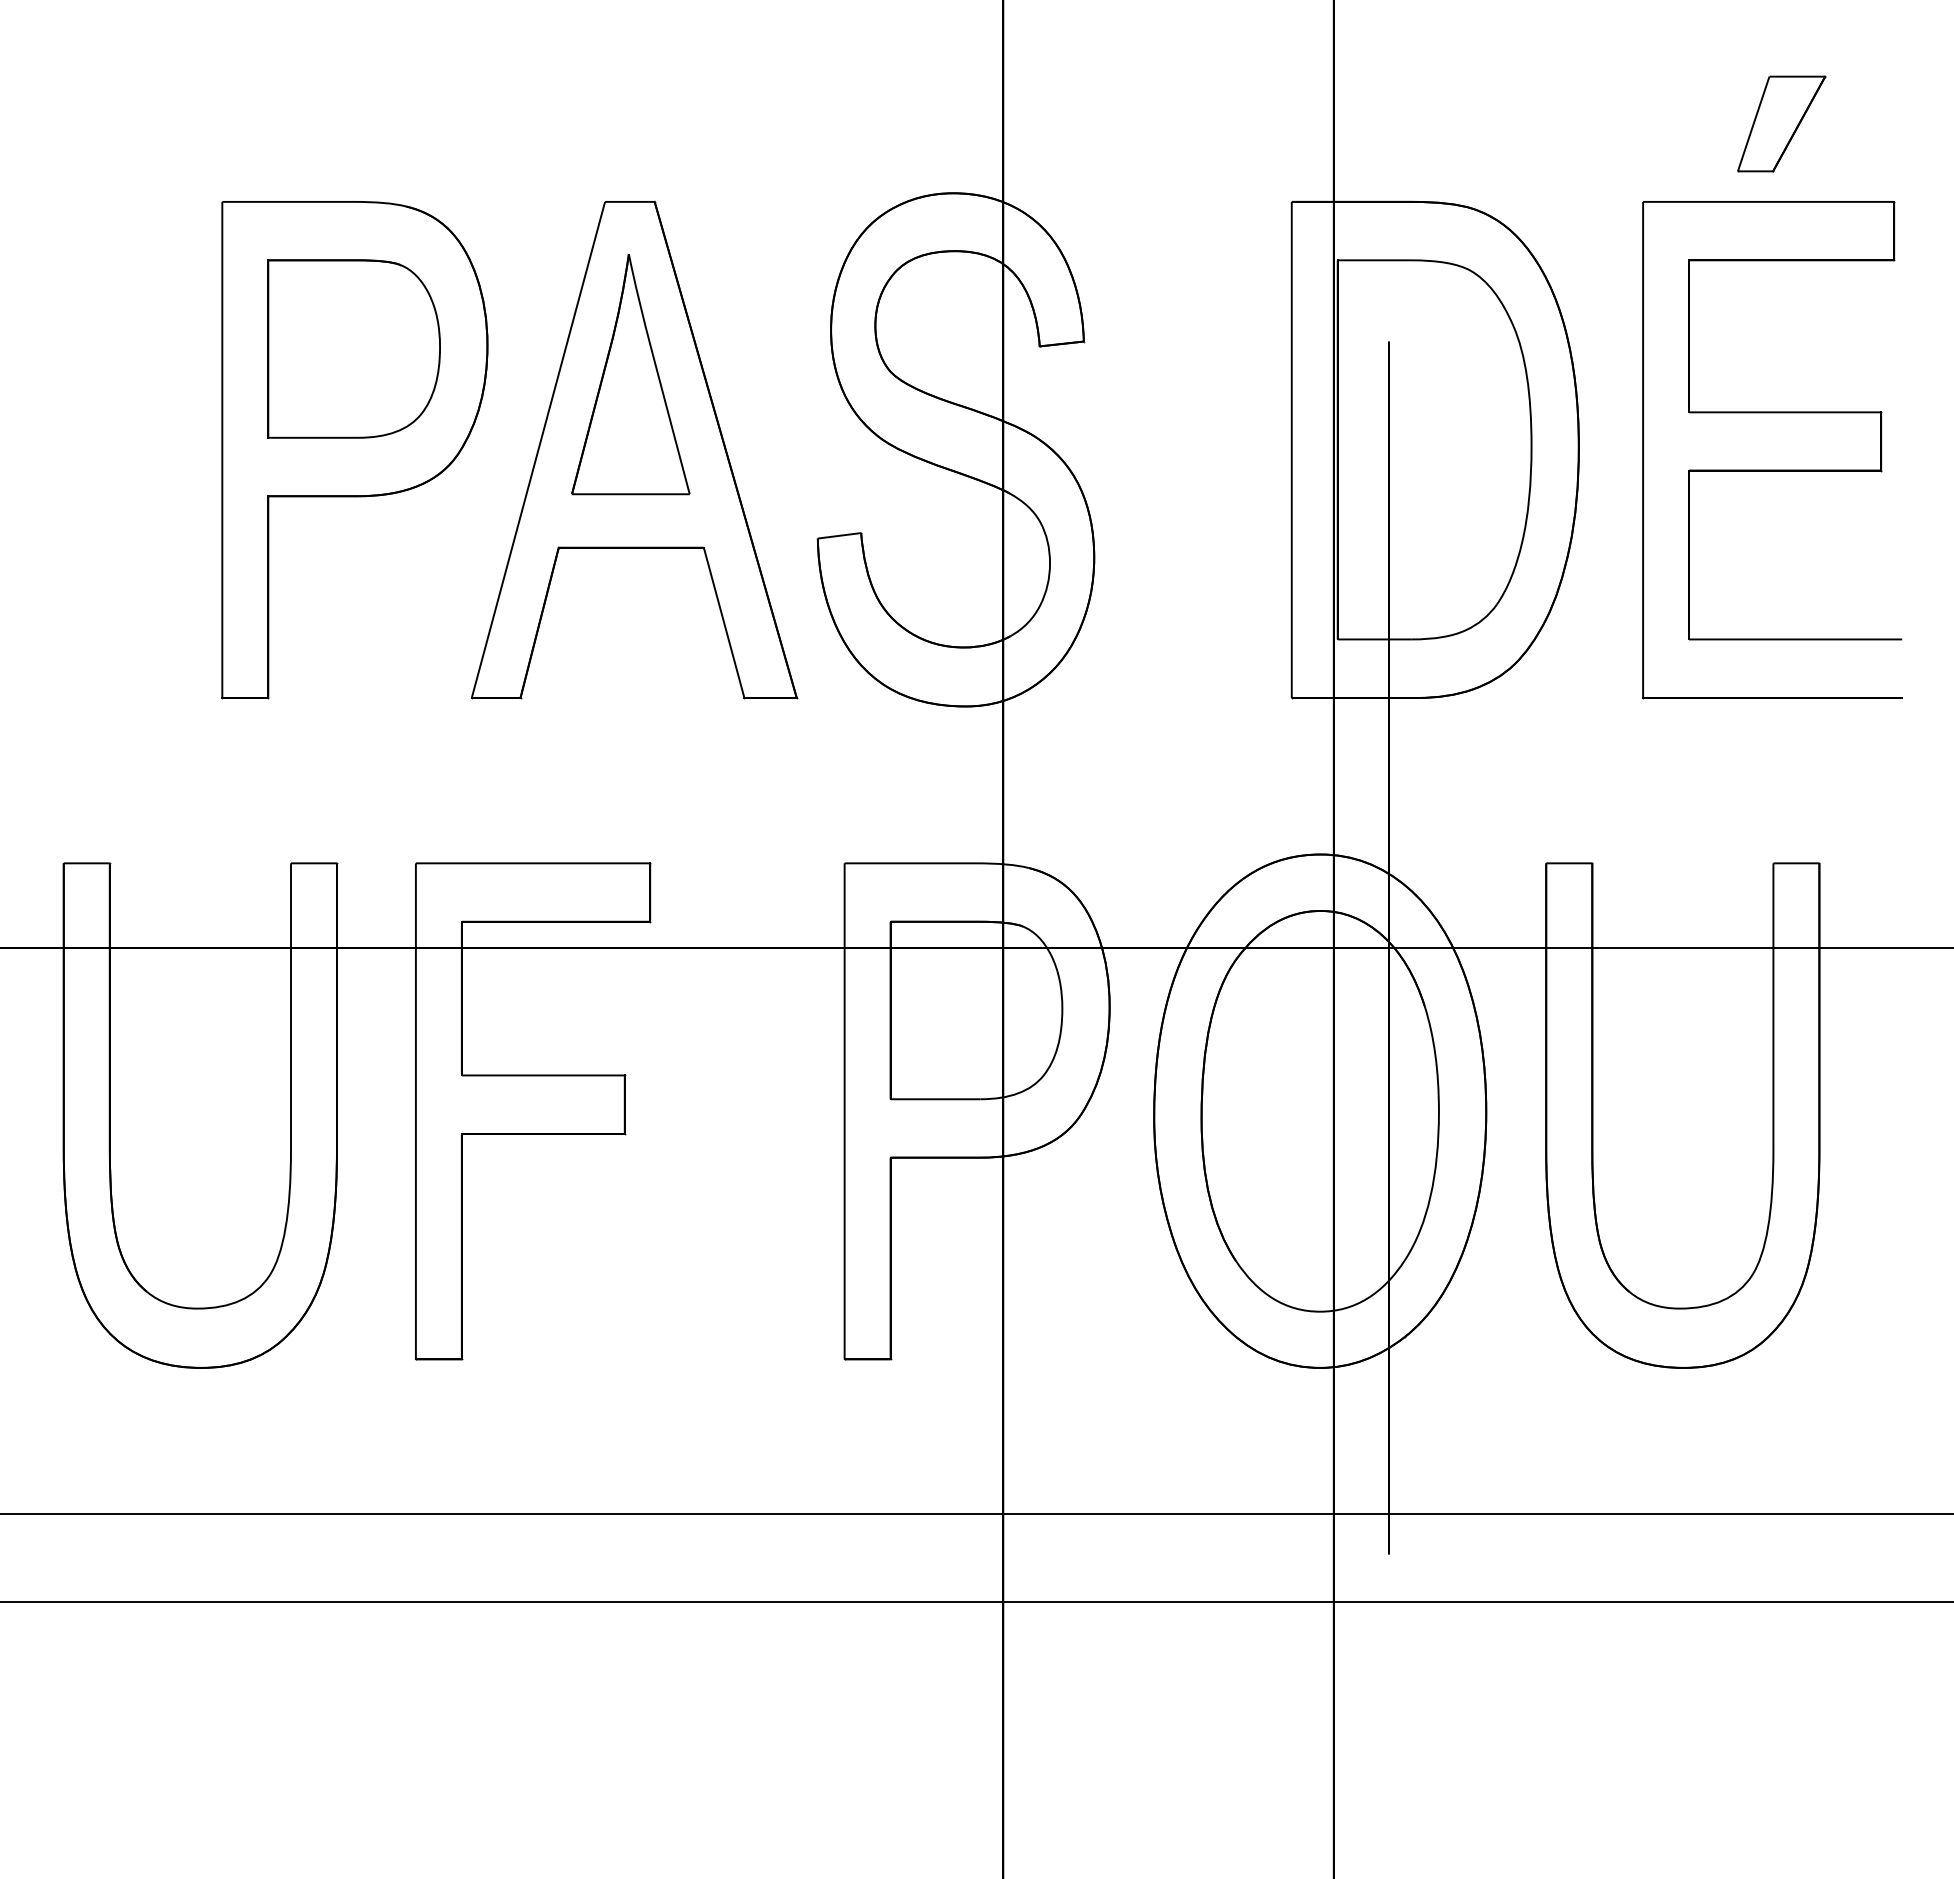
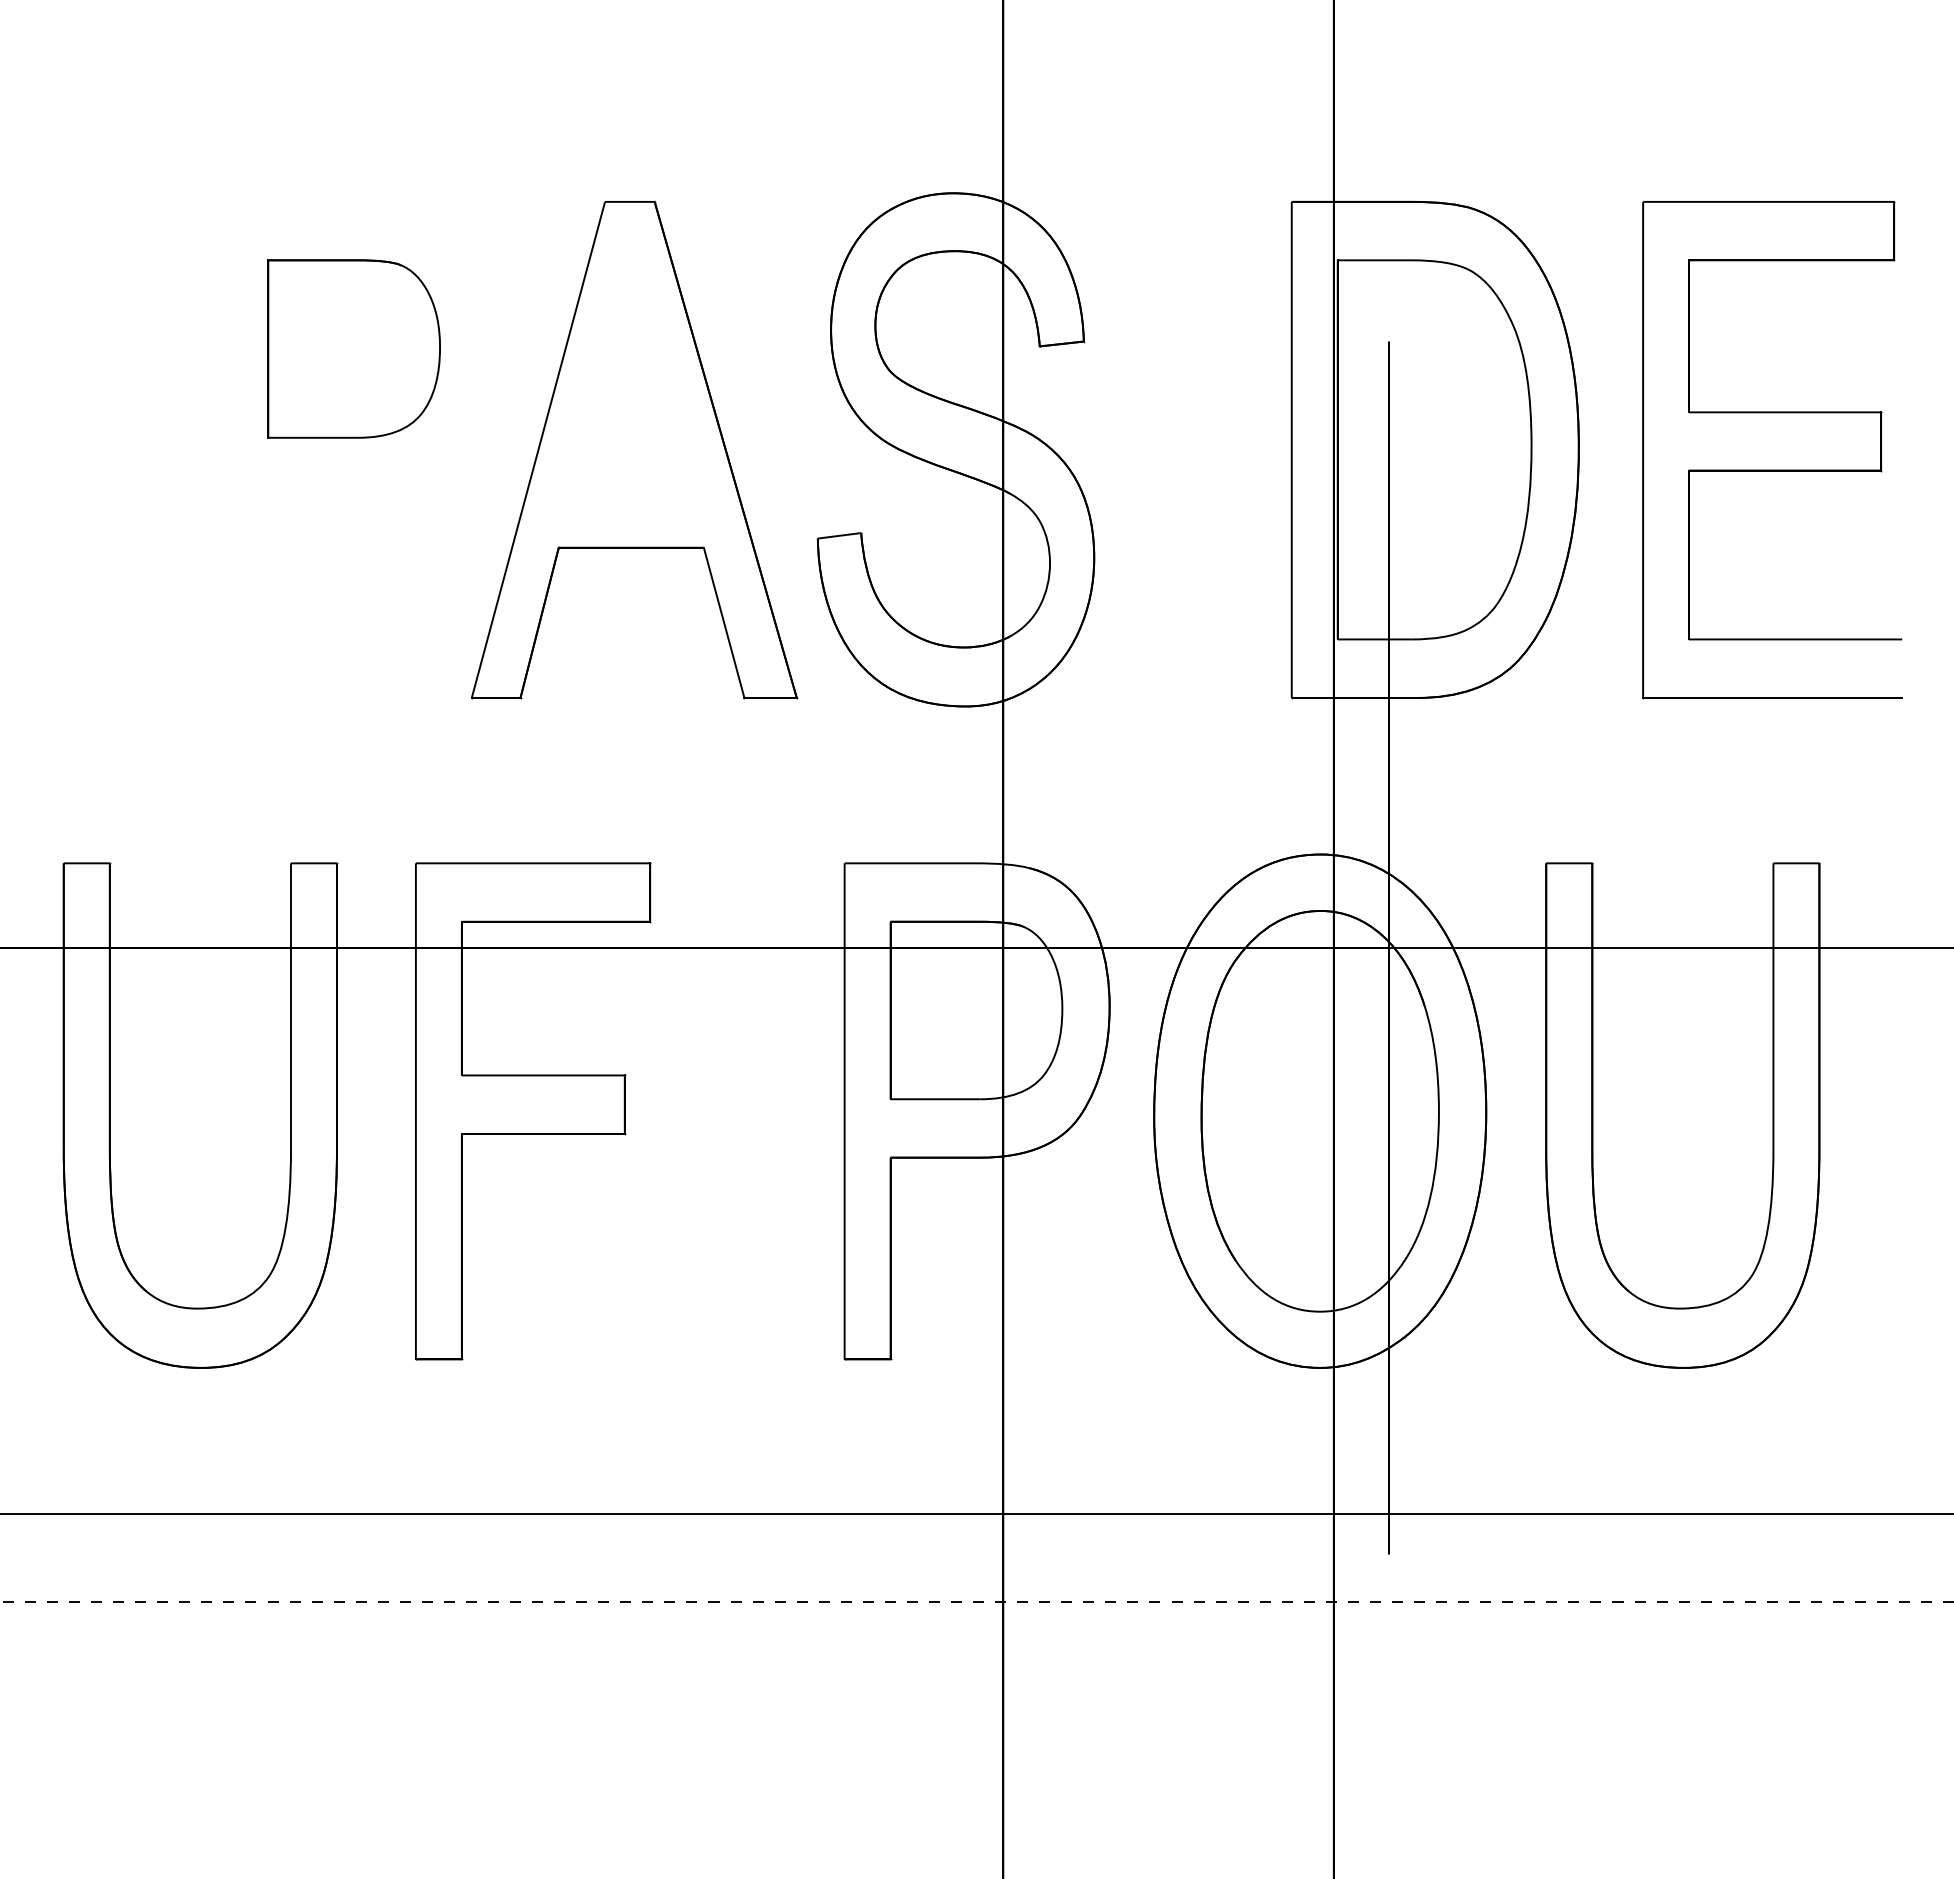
part at (1781, 123): present -> none
part at (630, 374): present -> none
part at (354, 450): present -> none
line at (977, 1601): solid -> dashed
